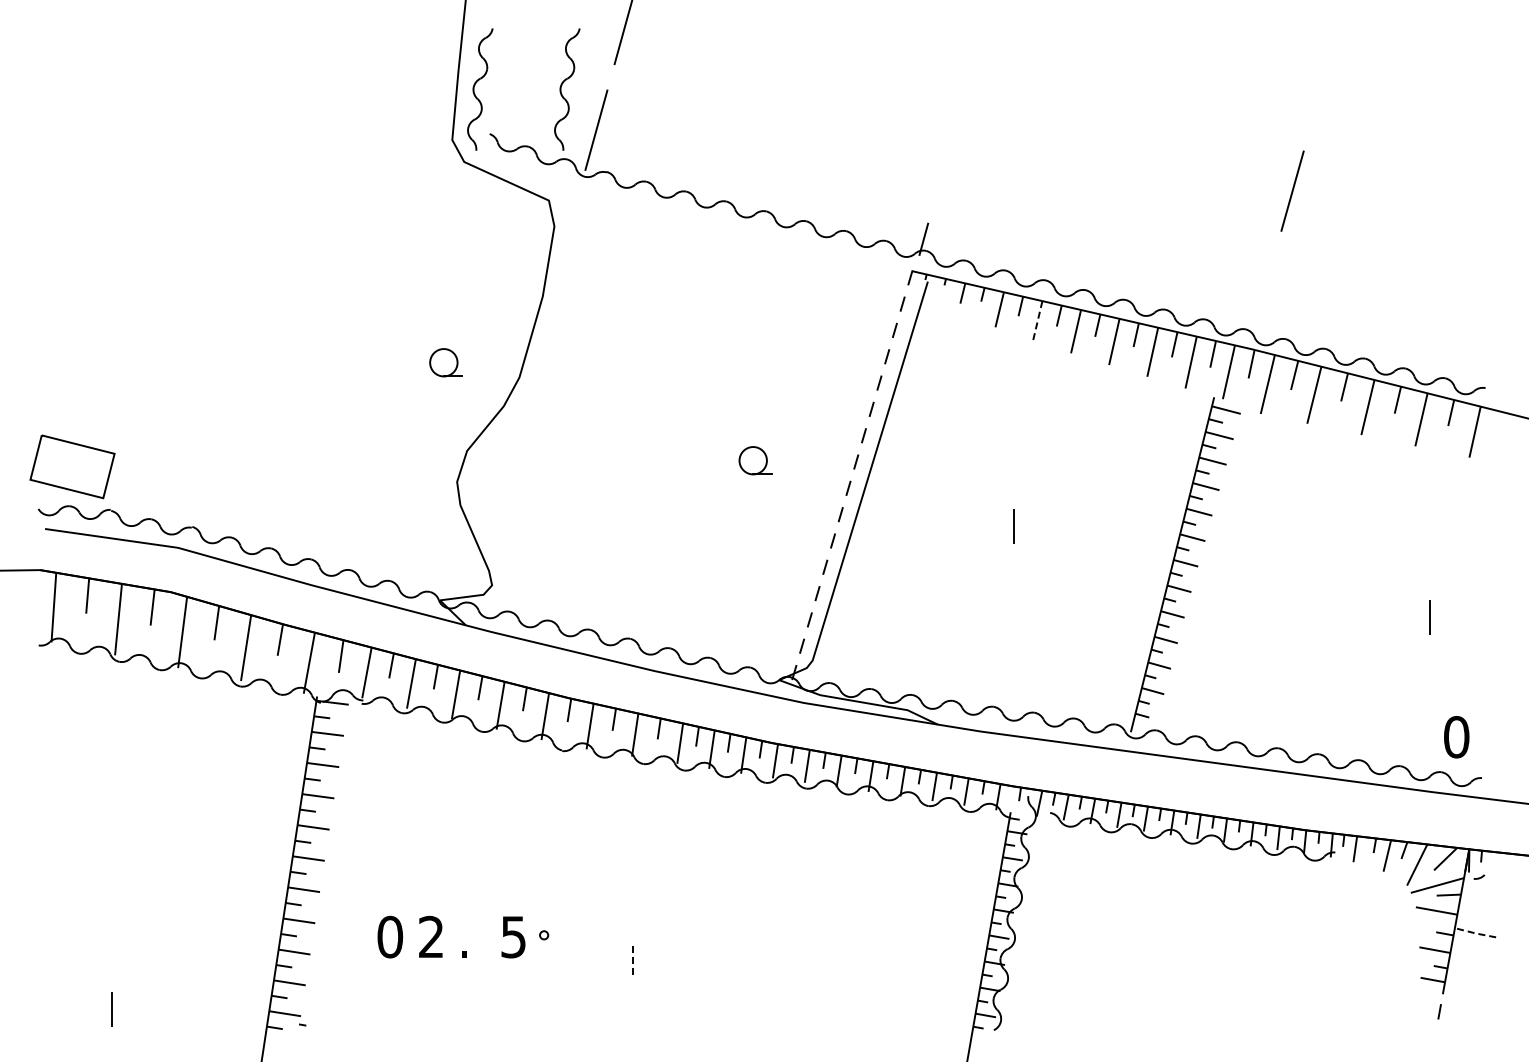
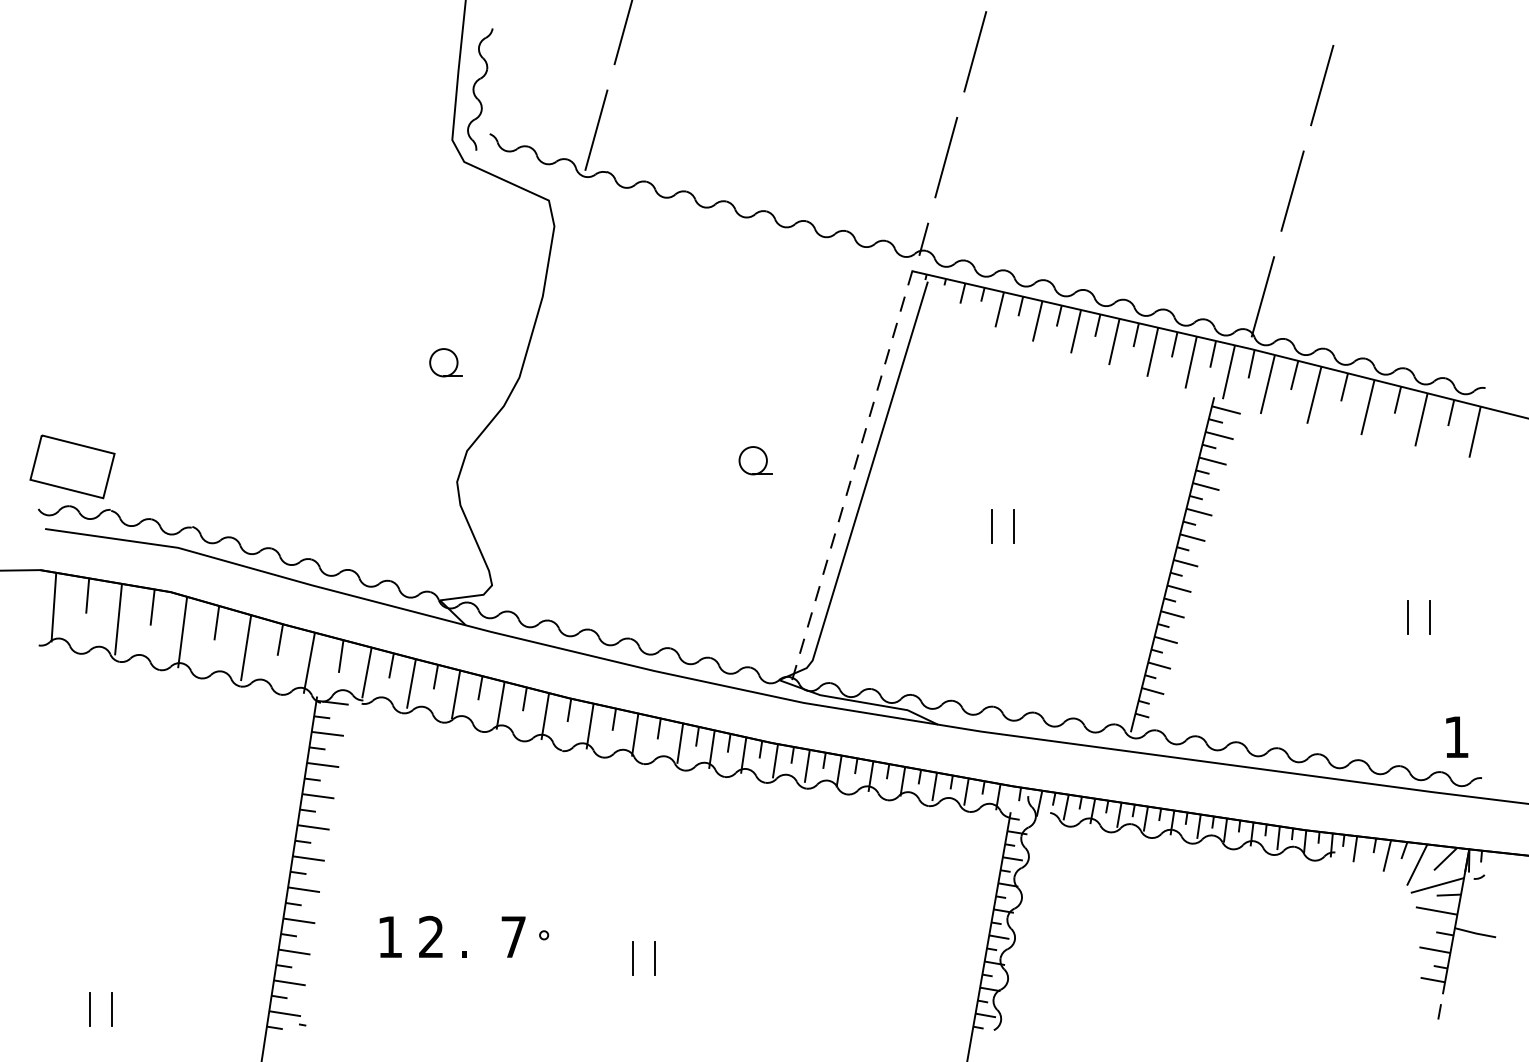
line at (975, 51): none -> present
line at (1322, 85): none -> present
part at (567, 89): present -> none
line at (946, 157): none -> present
line at (1262, 296): none -> present
line at (1037, 321): dashed -> solid
line at (991, 526): none -> present
line at (1408, 616): none -> present
text at (1456, 737): 0 -> 1
line at (1475, 933): dashed -> solid
text at (390, 936): 0 -> 1
text at (513, 937): 5 -> 7
line at (633, 958): dashed -> solid
line at (655, 958): none -> present
line at (90, 1009): none -> present
